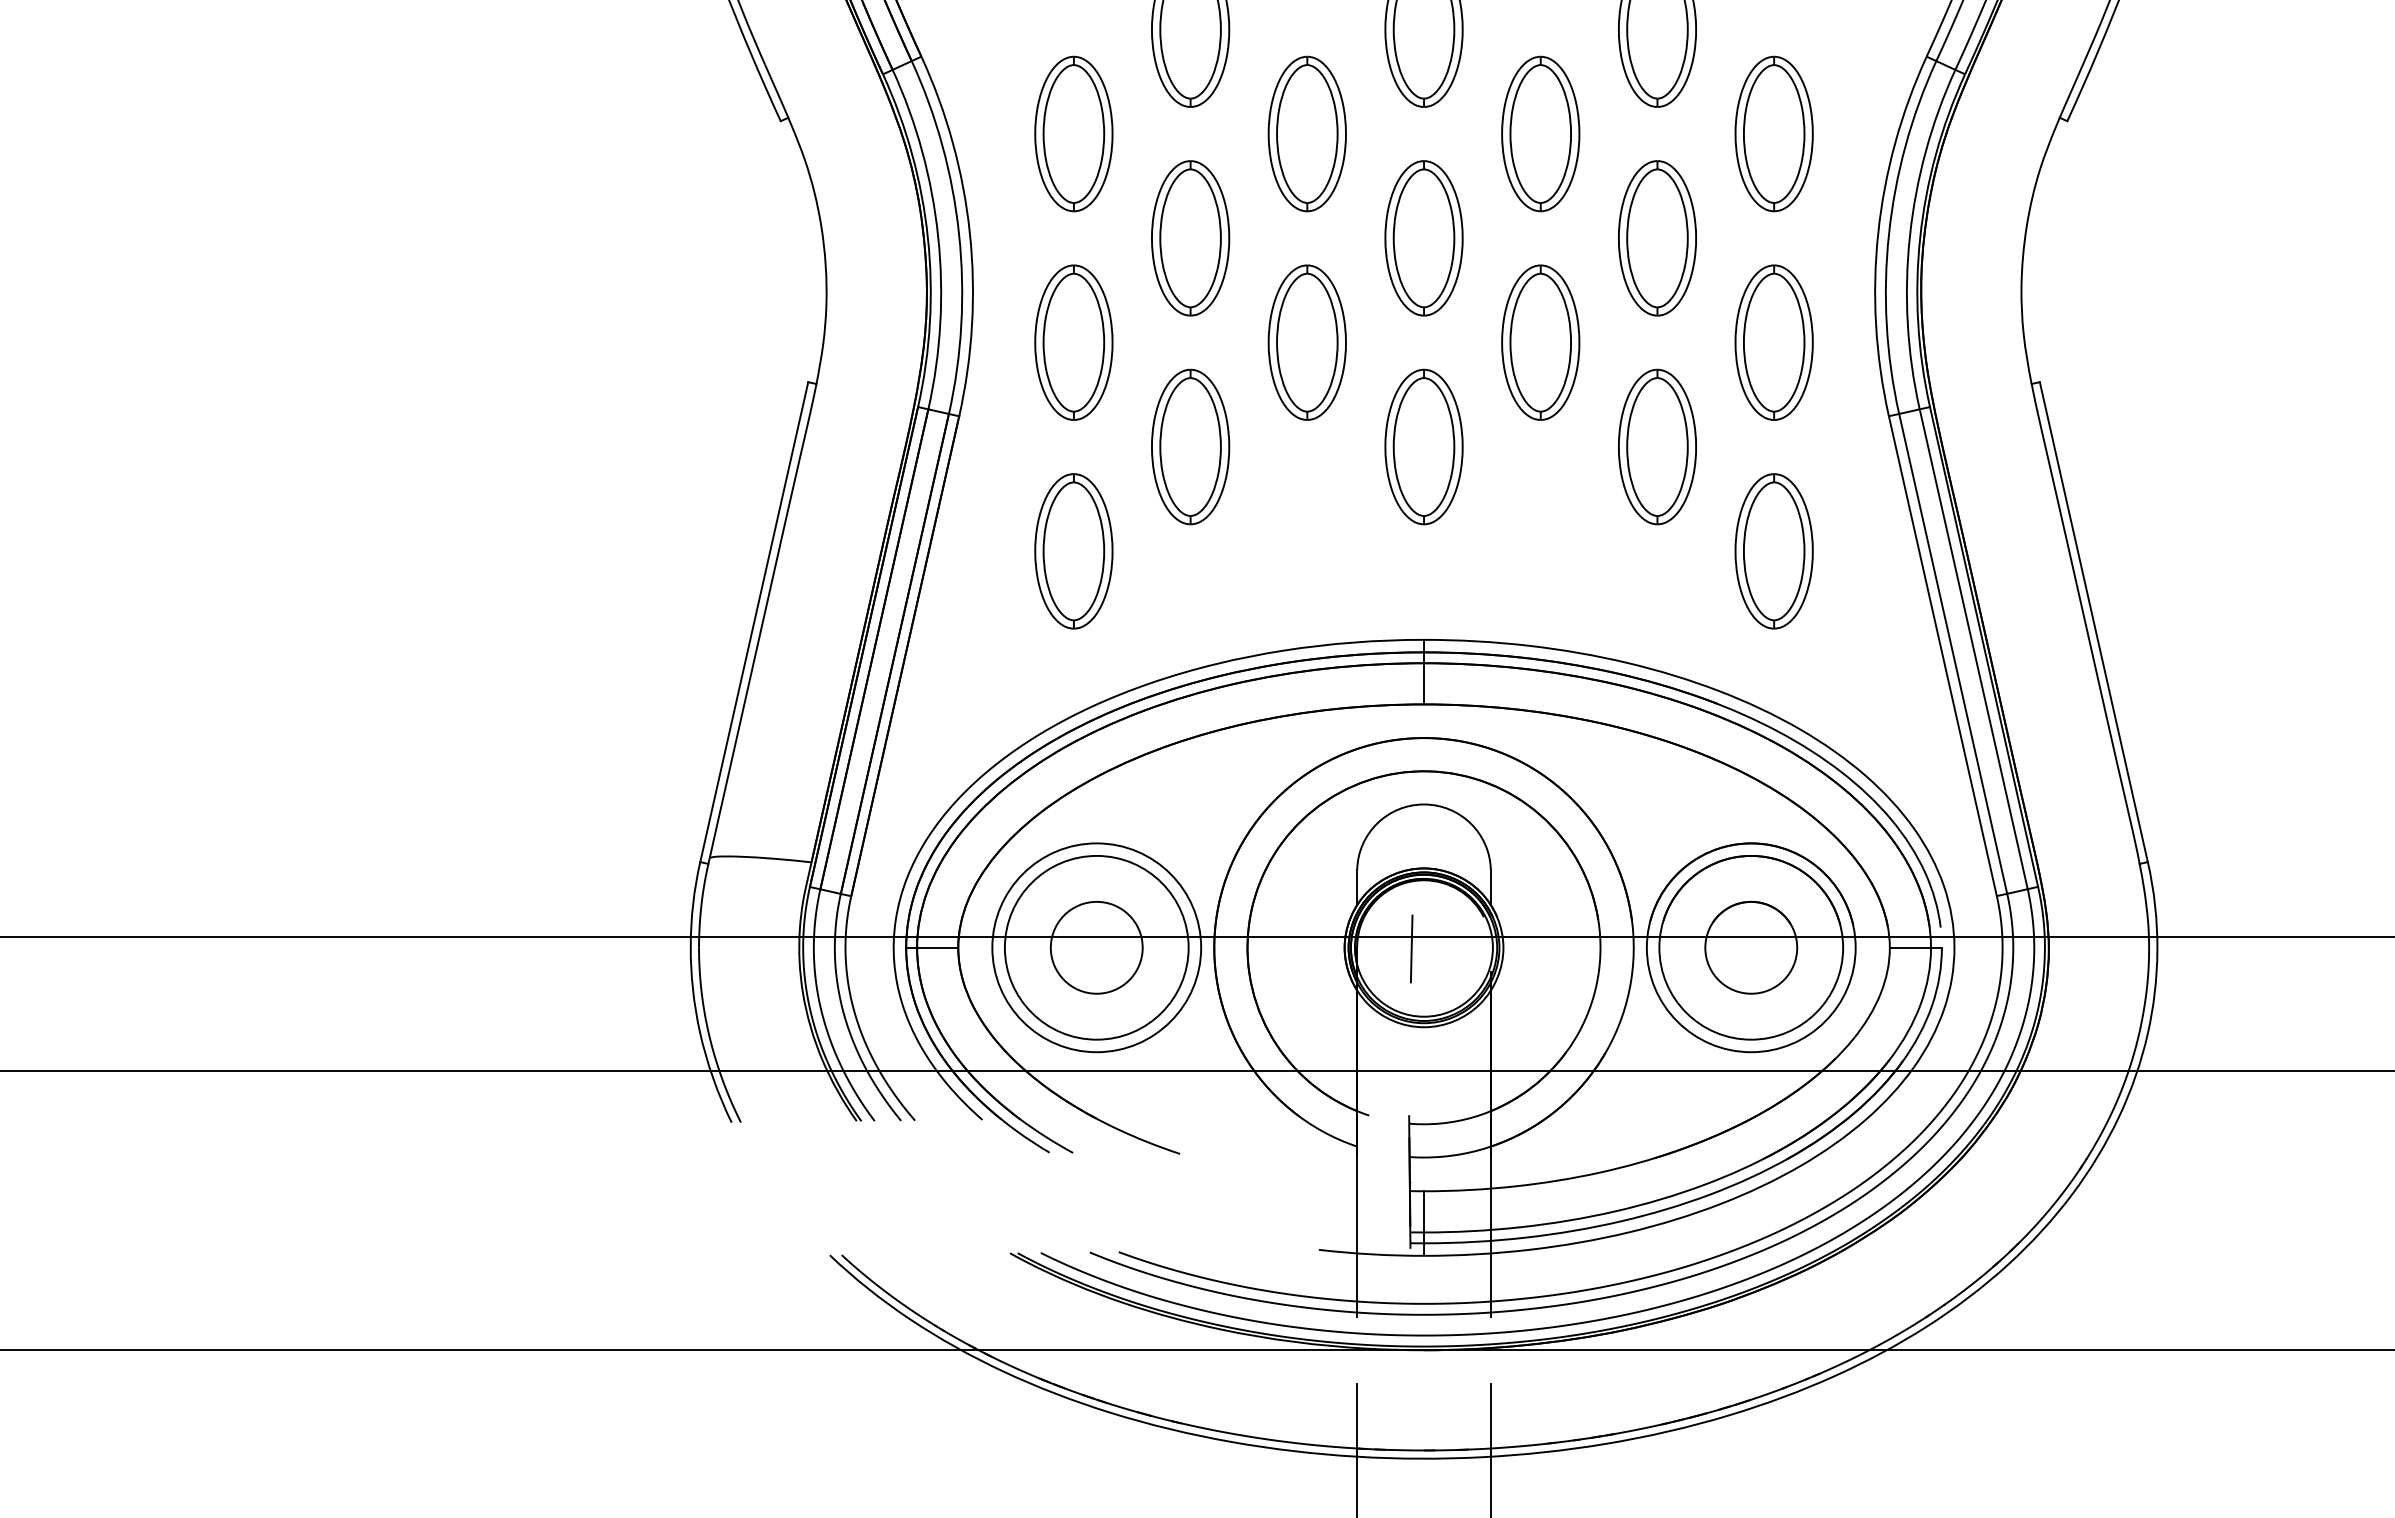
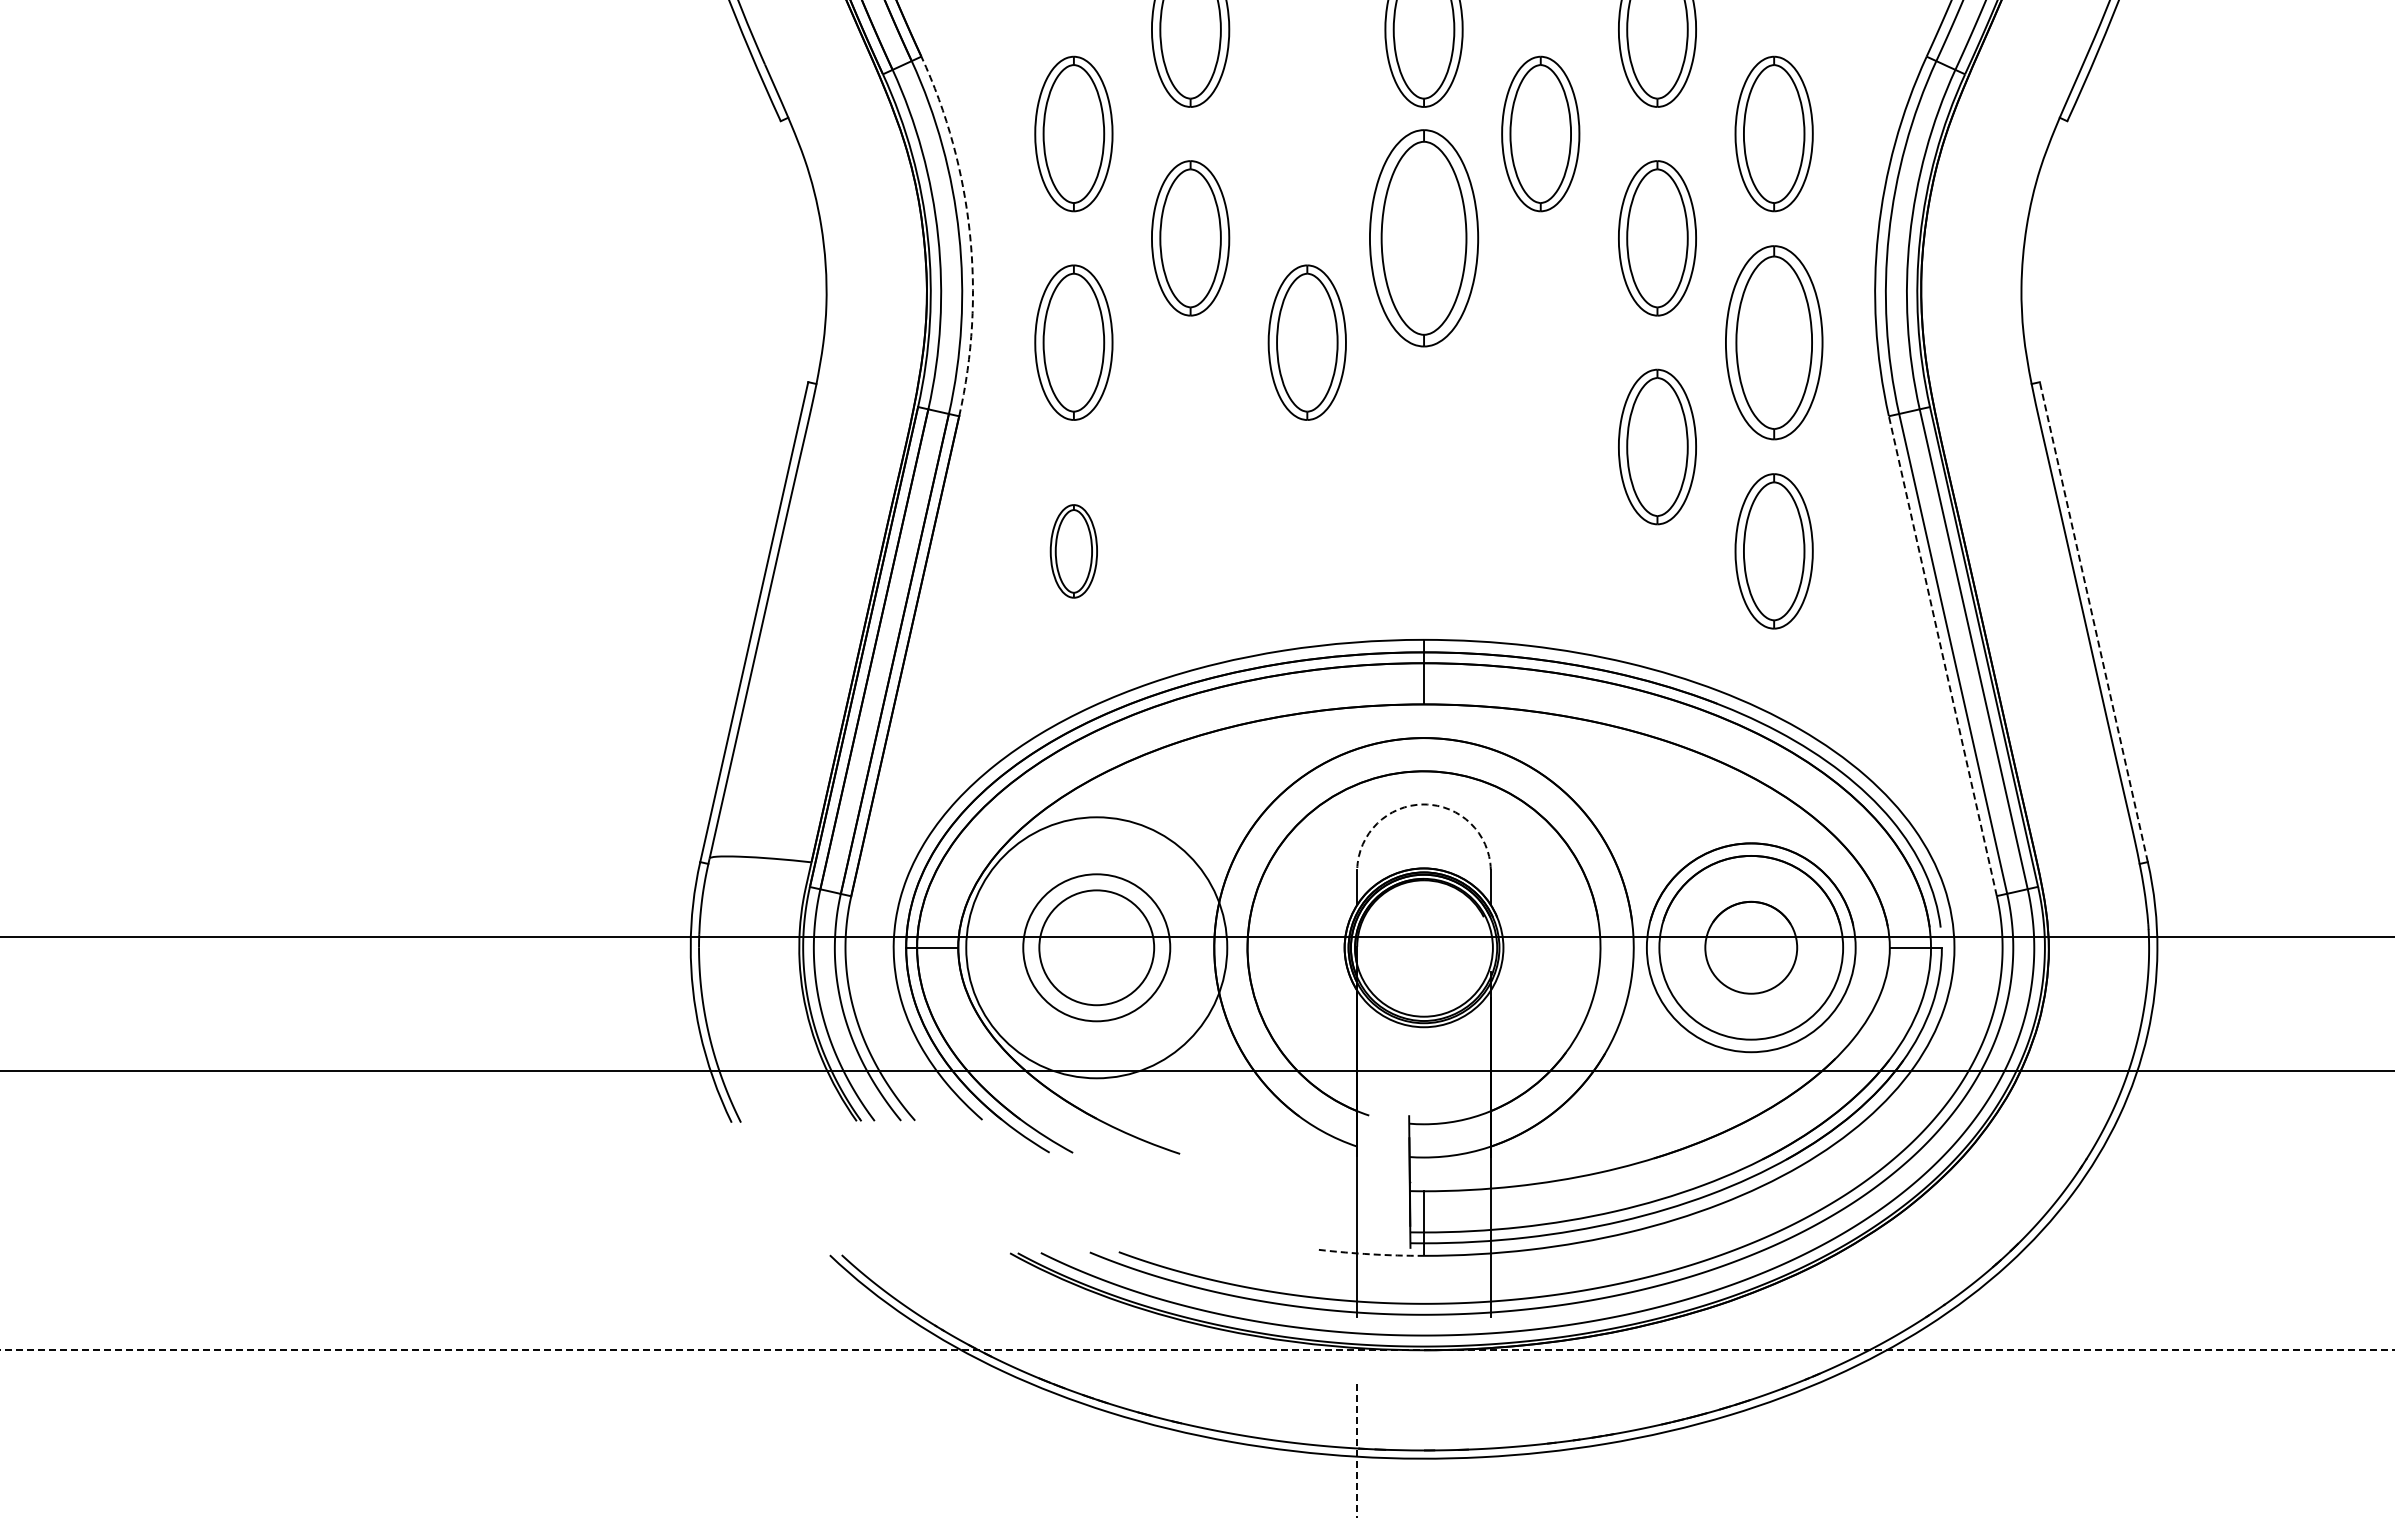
part at (1306, 133): present -> none
arc at (969, 233): solid -> dashed
part at (1423, 238) size: 80x157 px -> 111x219 px
part at (1540, 342): present -> none
part at (1773, 342) size: 80x157 px -> 99x196 px
part at (1190, 446): present -> none
part at (1423, 446): present -> none
part at (1073, 551) size: 80x157 px -> 49x95 px
line at (2093, 622): solid -> dashed
line at (1942, 656): solid -> dashed
arc at (1424, 804): solid -> dashed
circle at (1096, 947) diameter: 184 px -> 147 px
circle at (1096, 947) diameter: 209 px -> 261 px
circle at (1096, 947) diameter: 92 px -> 115 px
line at (1411, 948): present -> none
arc at (1371, 1254): solid -> dashed
line at (1197, 1349): solid -> dashed
line at (1490, 1449): present -> none
line at (1357, 1450): solid -> dashed
